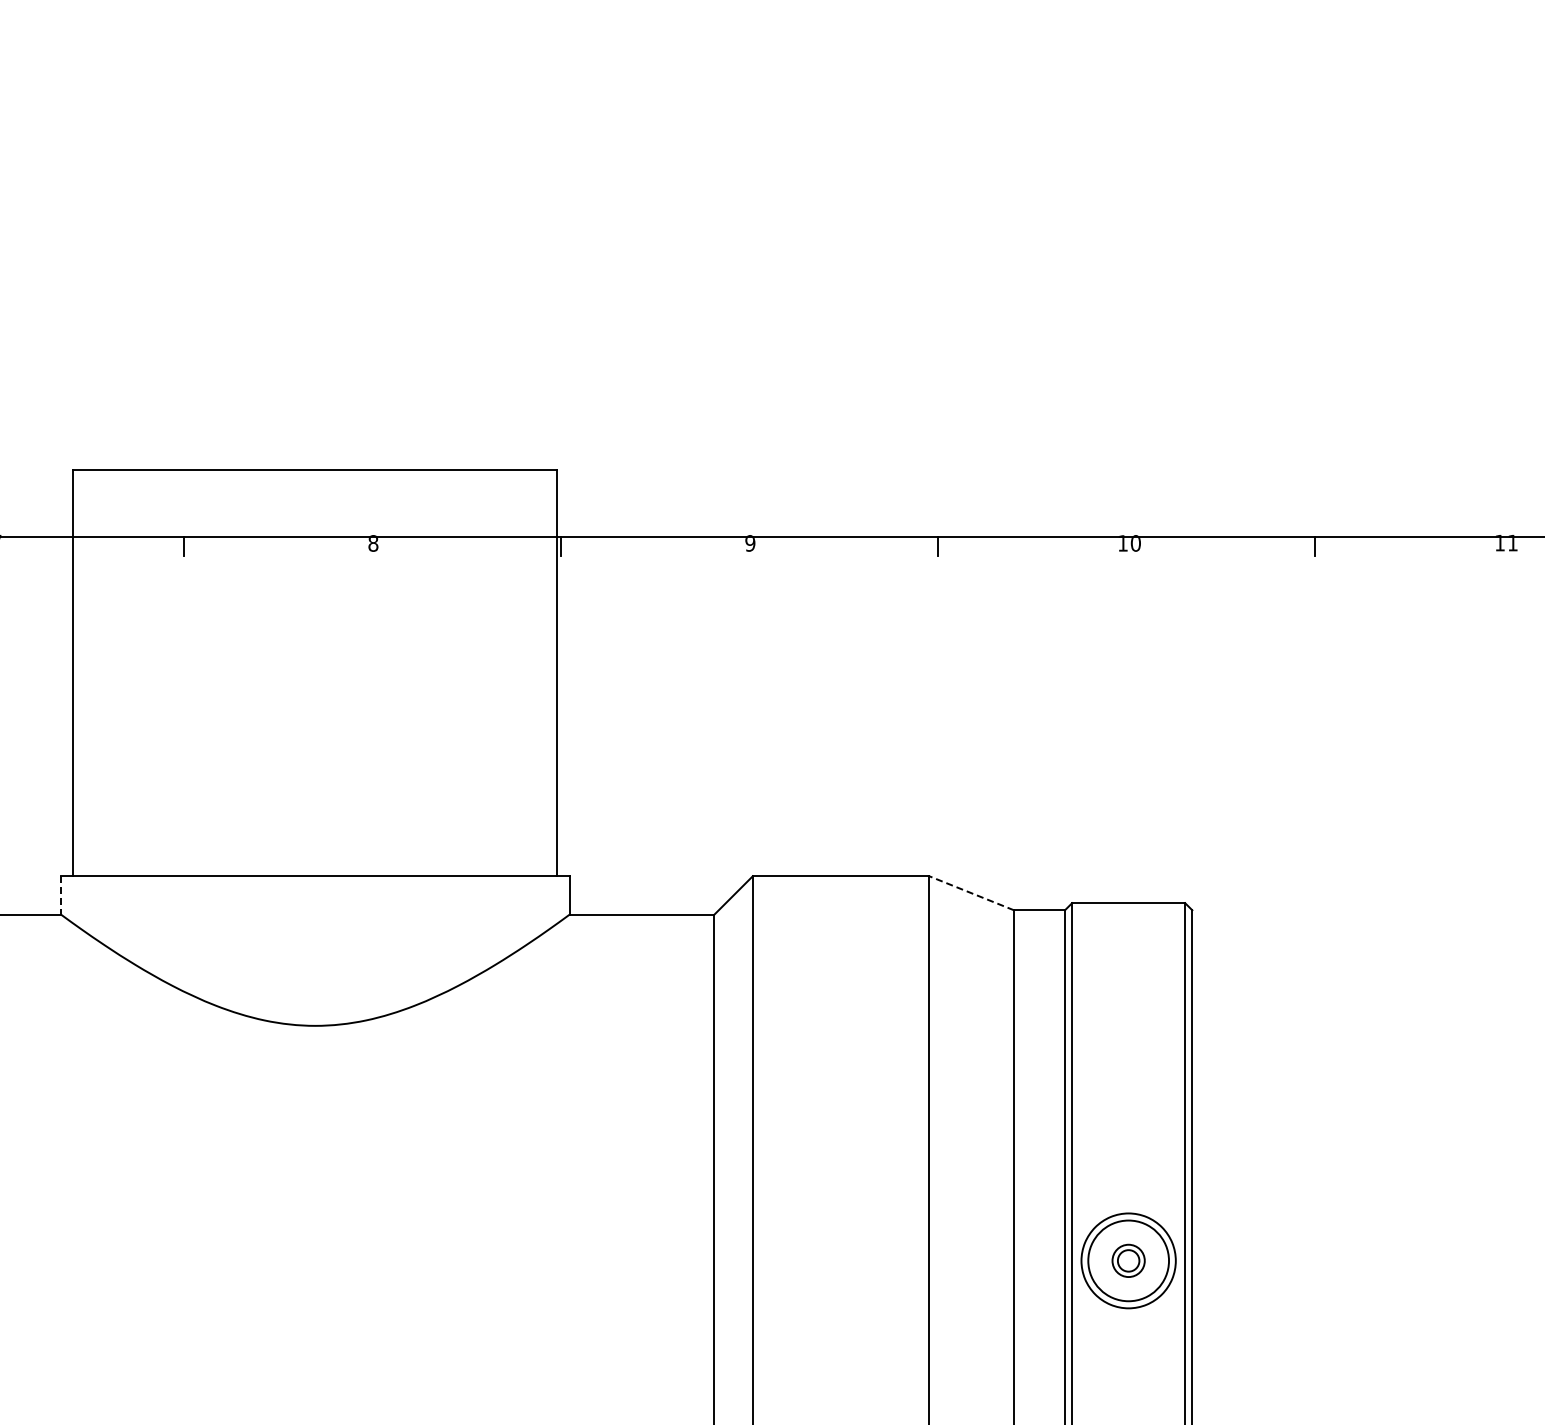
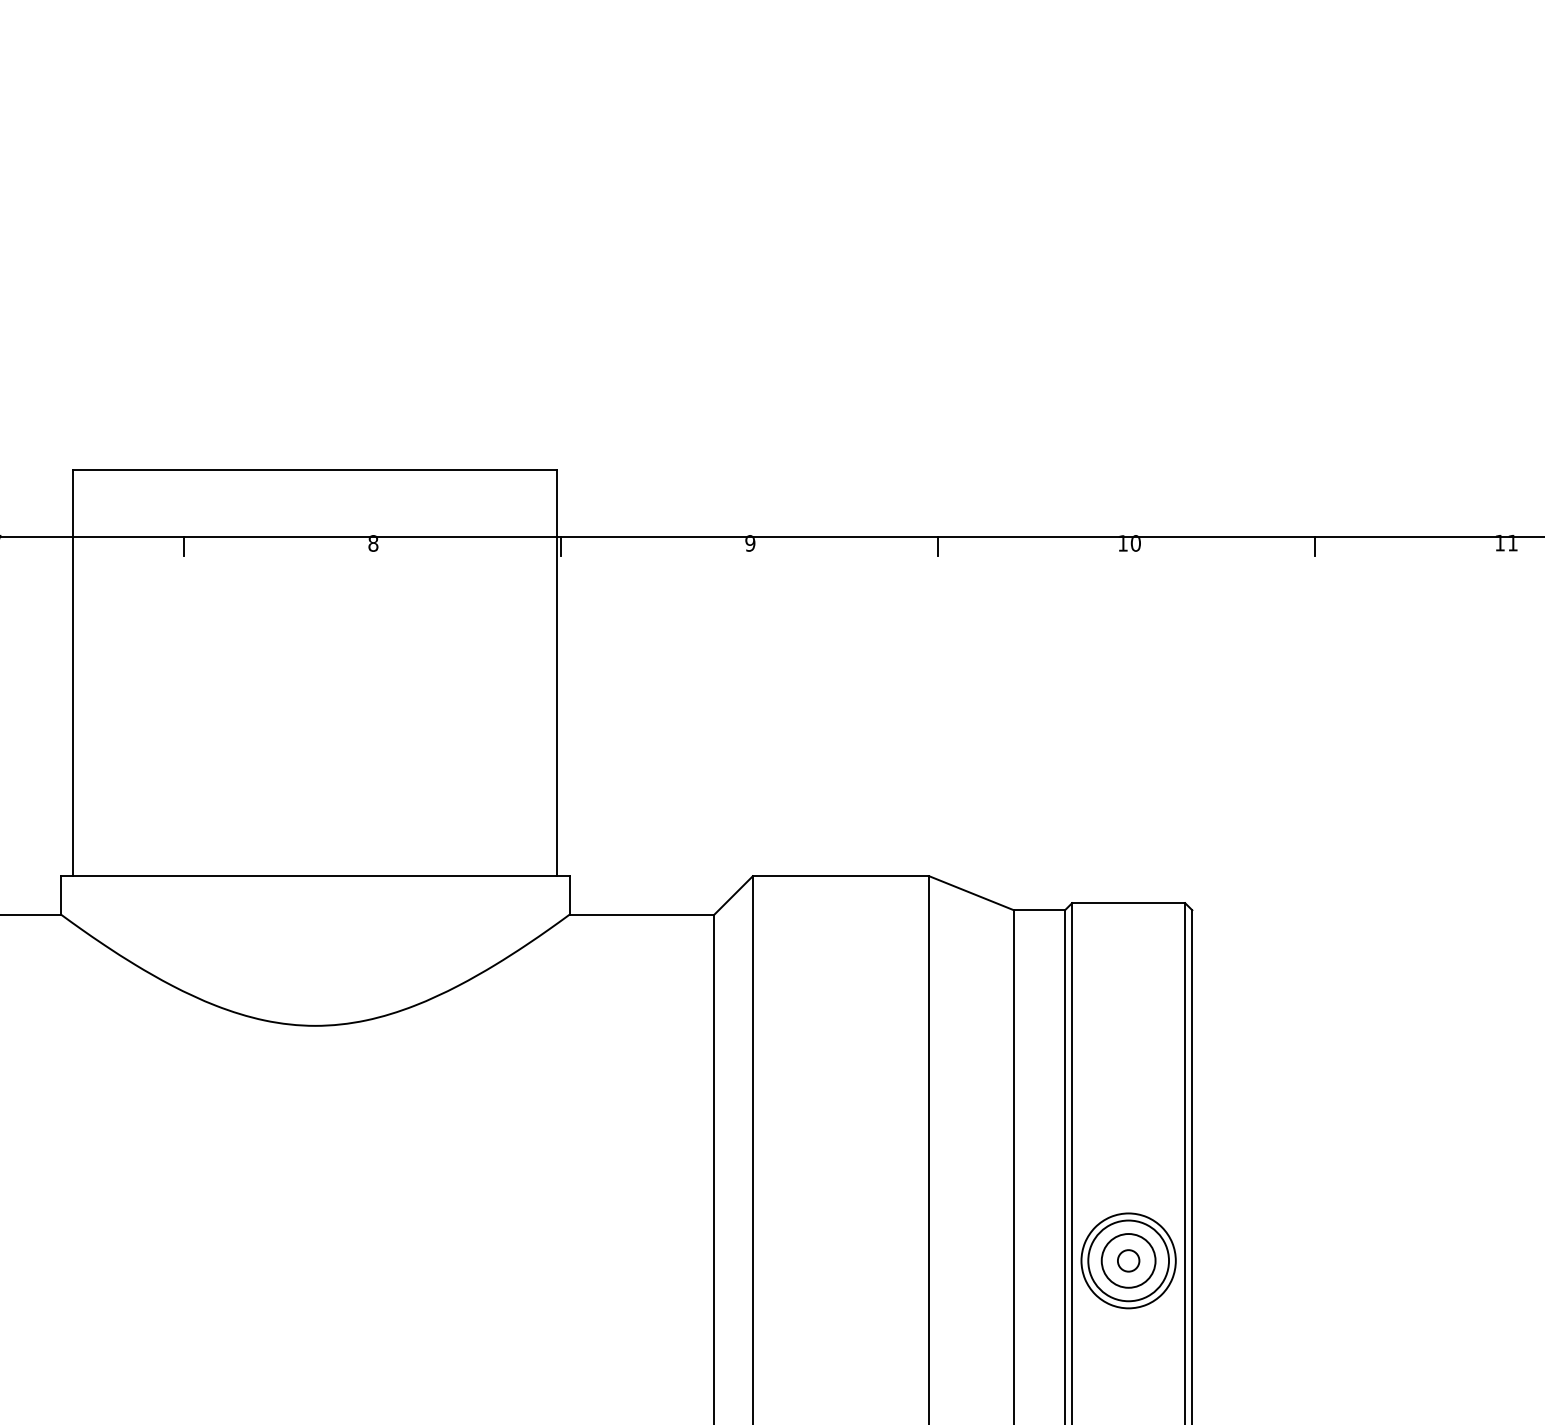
line at (971, 893): dashed -> solid
line at (61, 895): dashed -> solid
circle at (1128, 1260) diameter: 32 px -> 54 px
